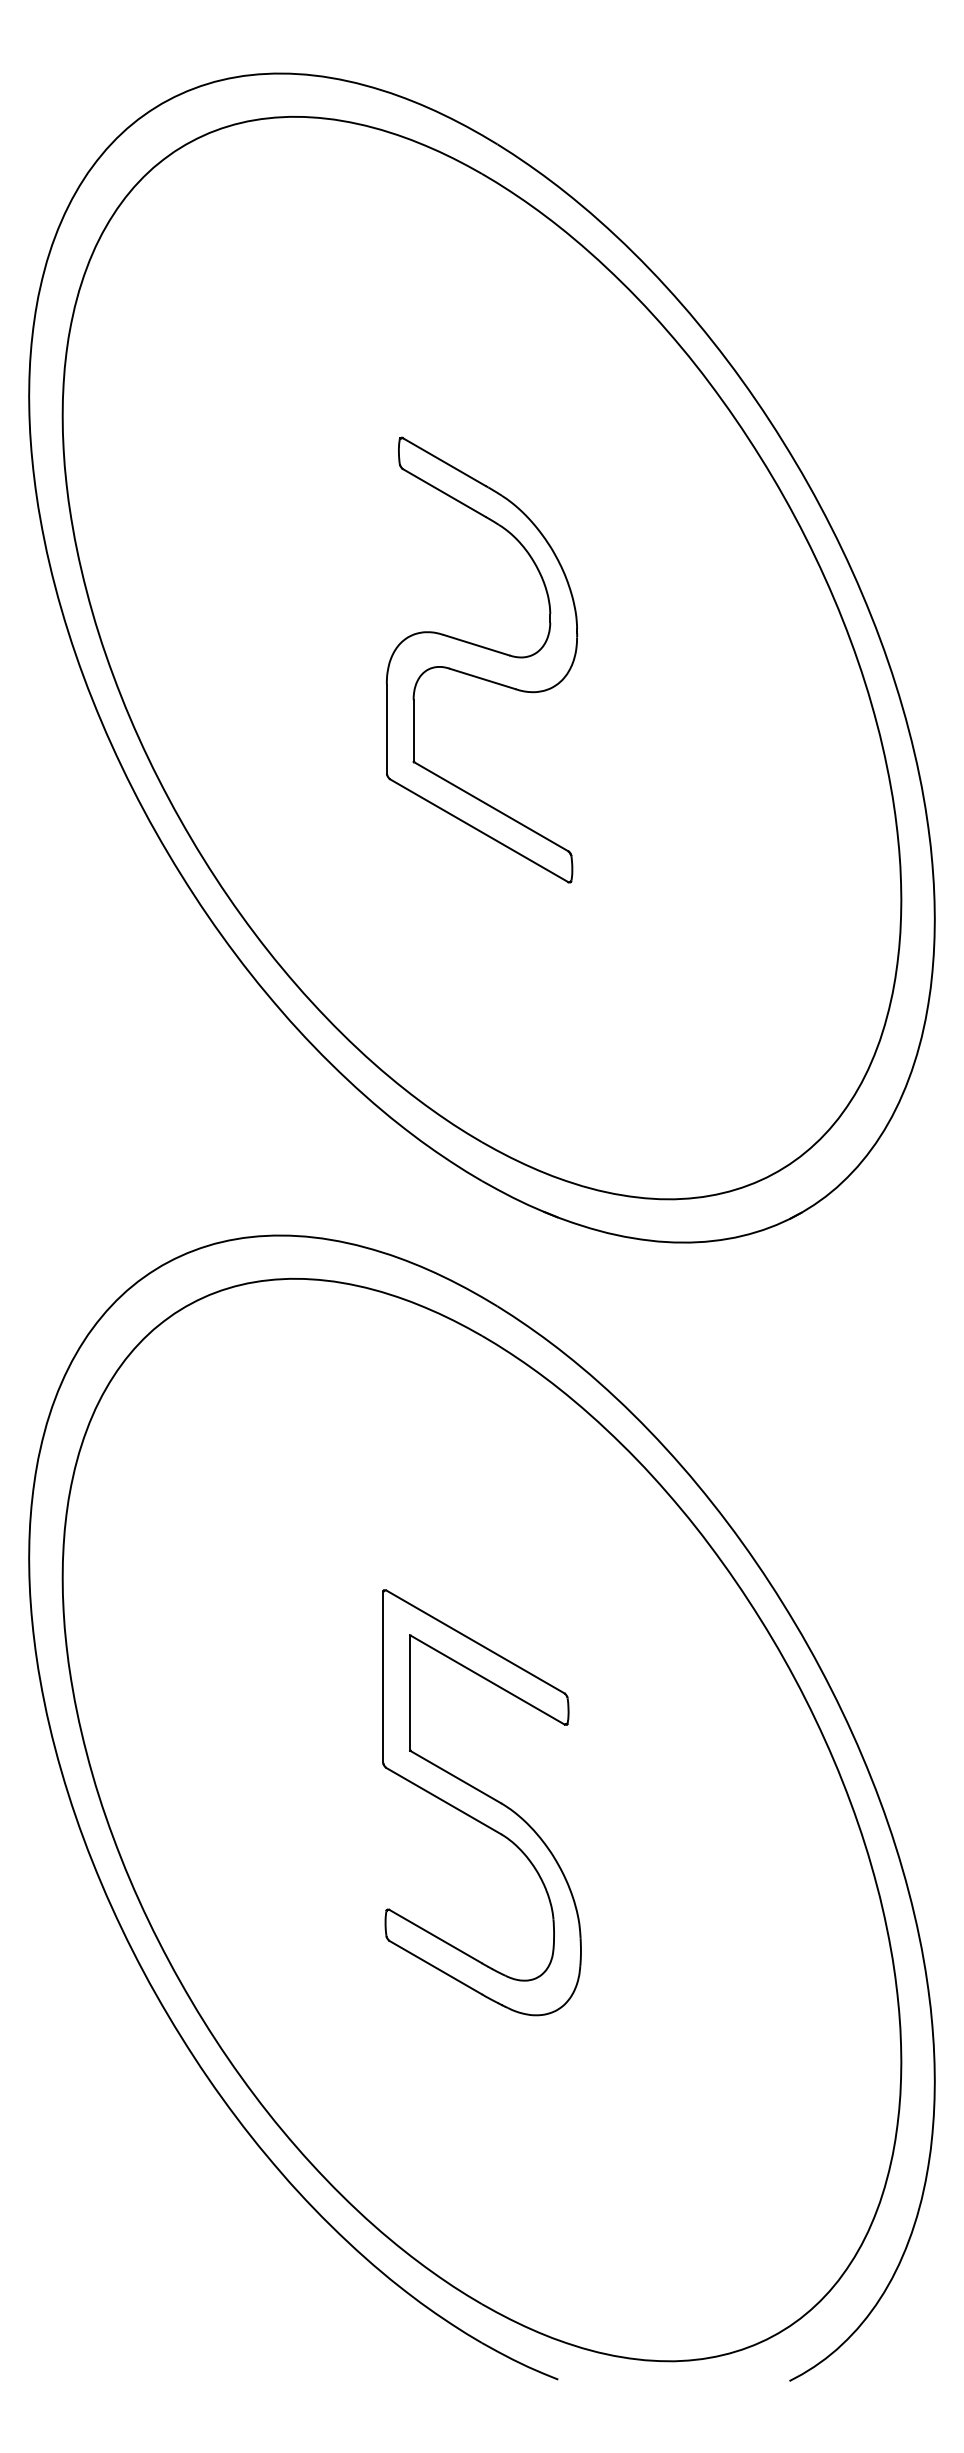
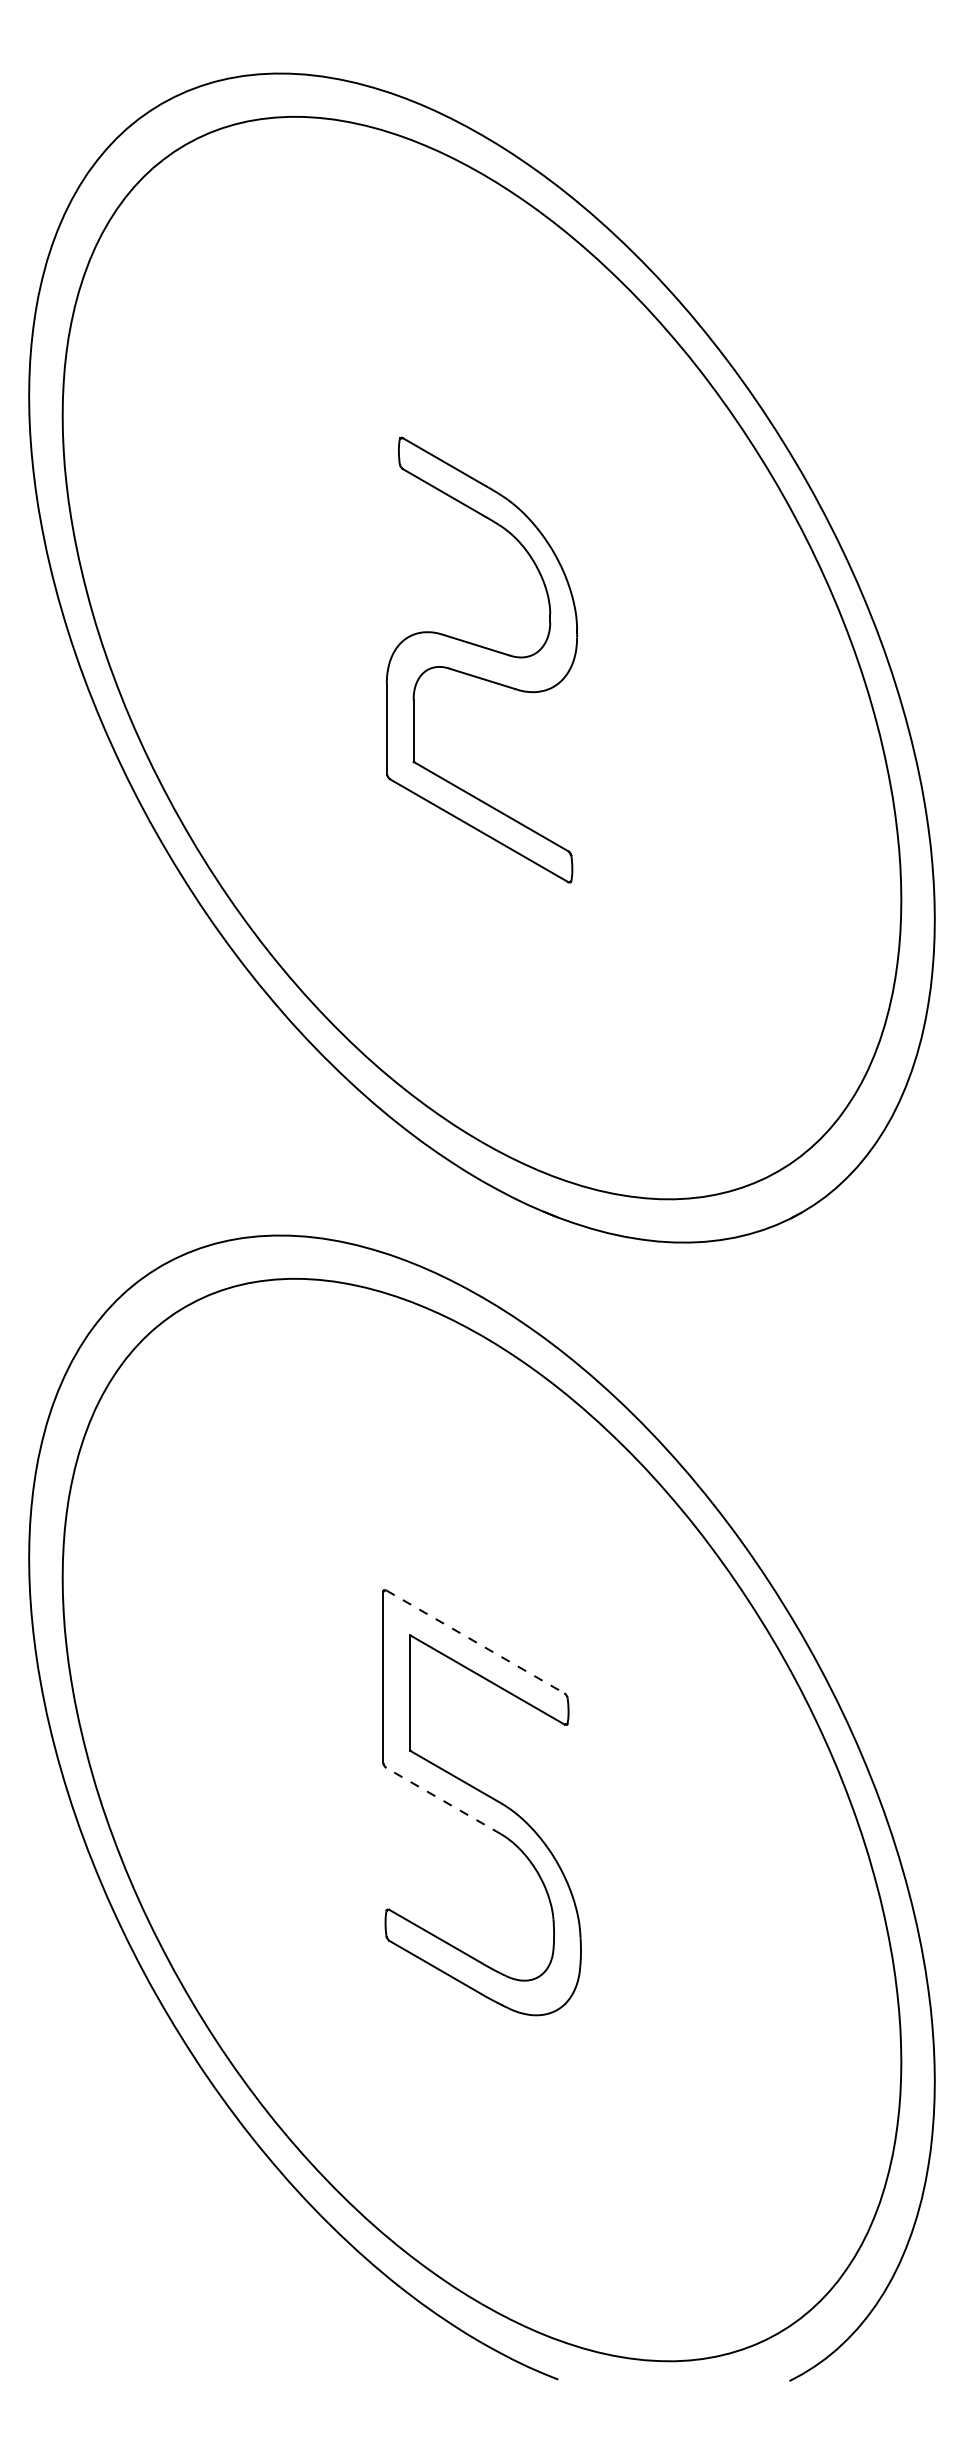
line at (475, 1641): solid -> dashed
line at (443, 1800): solid -> dashed
